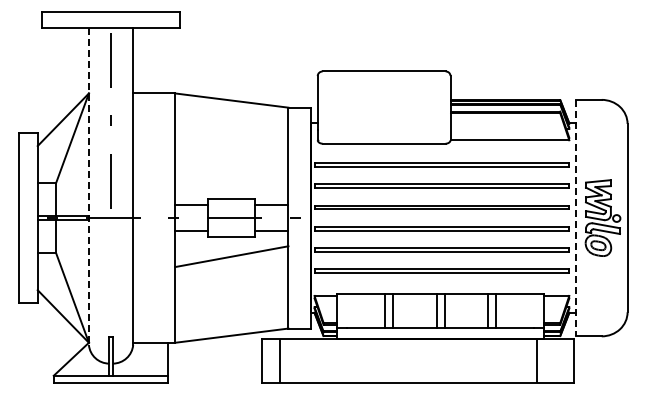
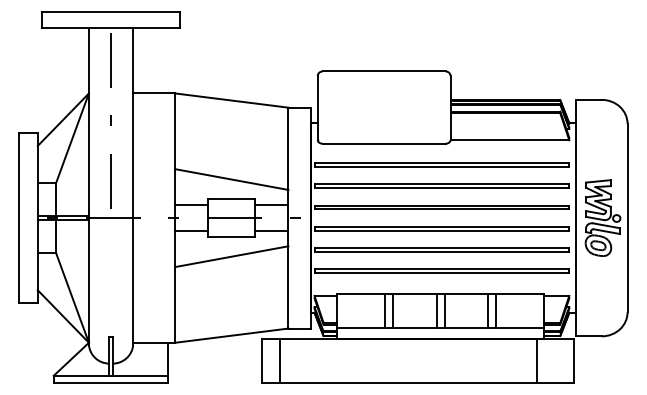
line at (231, 179): none -> present
line at (88, 187): dashed -> solid
line at (575, 218): dashed -> solid
